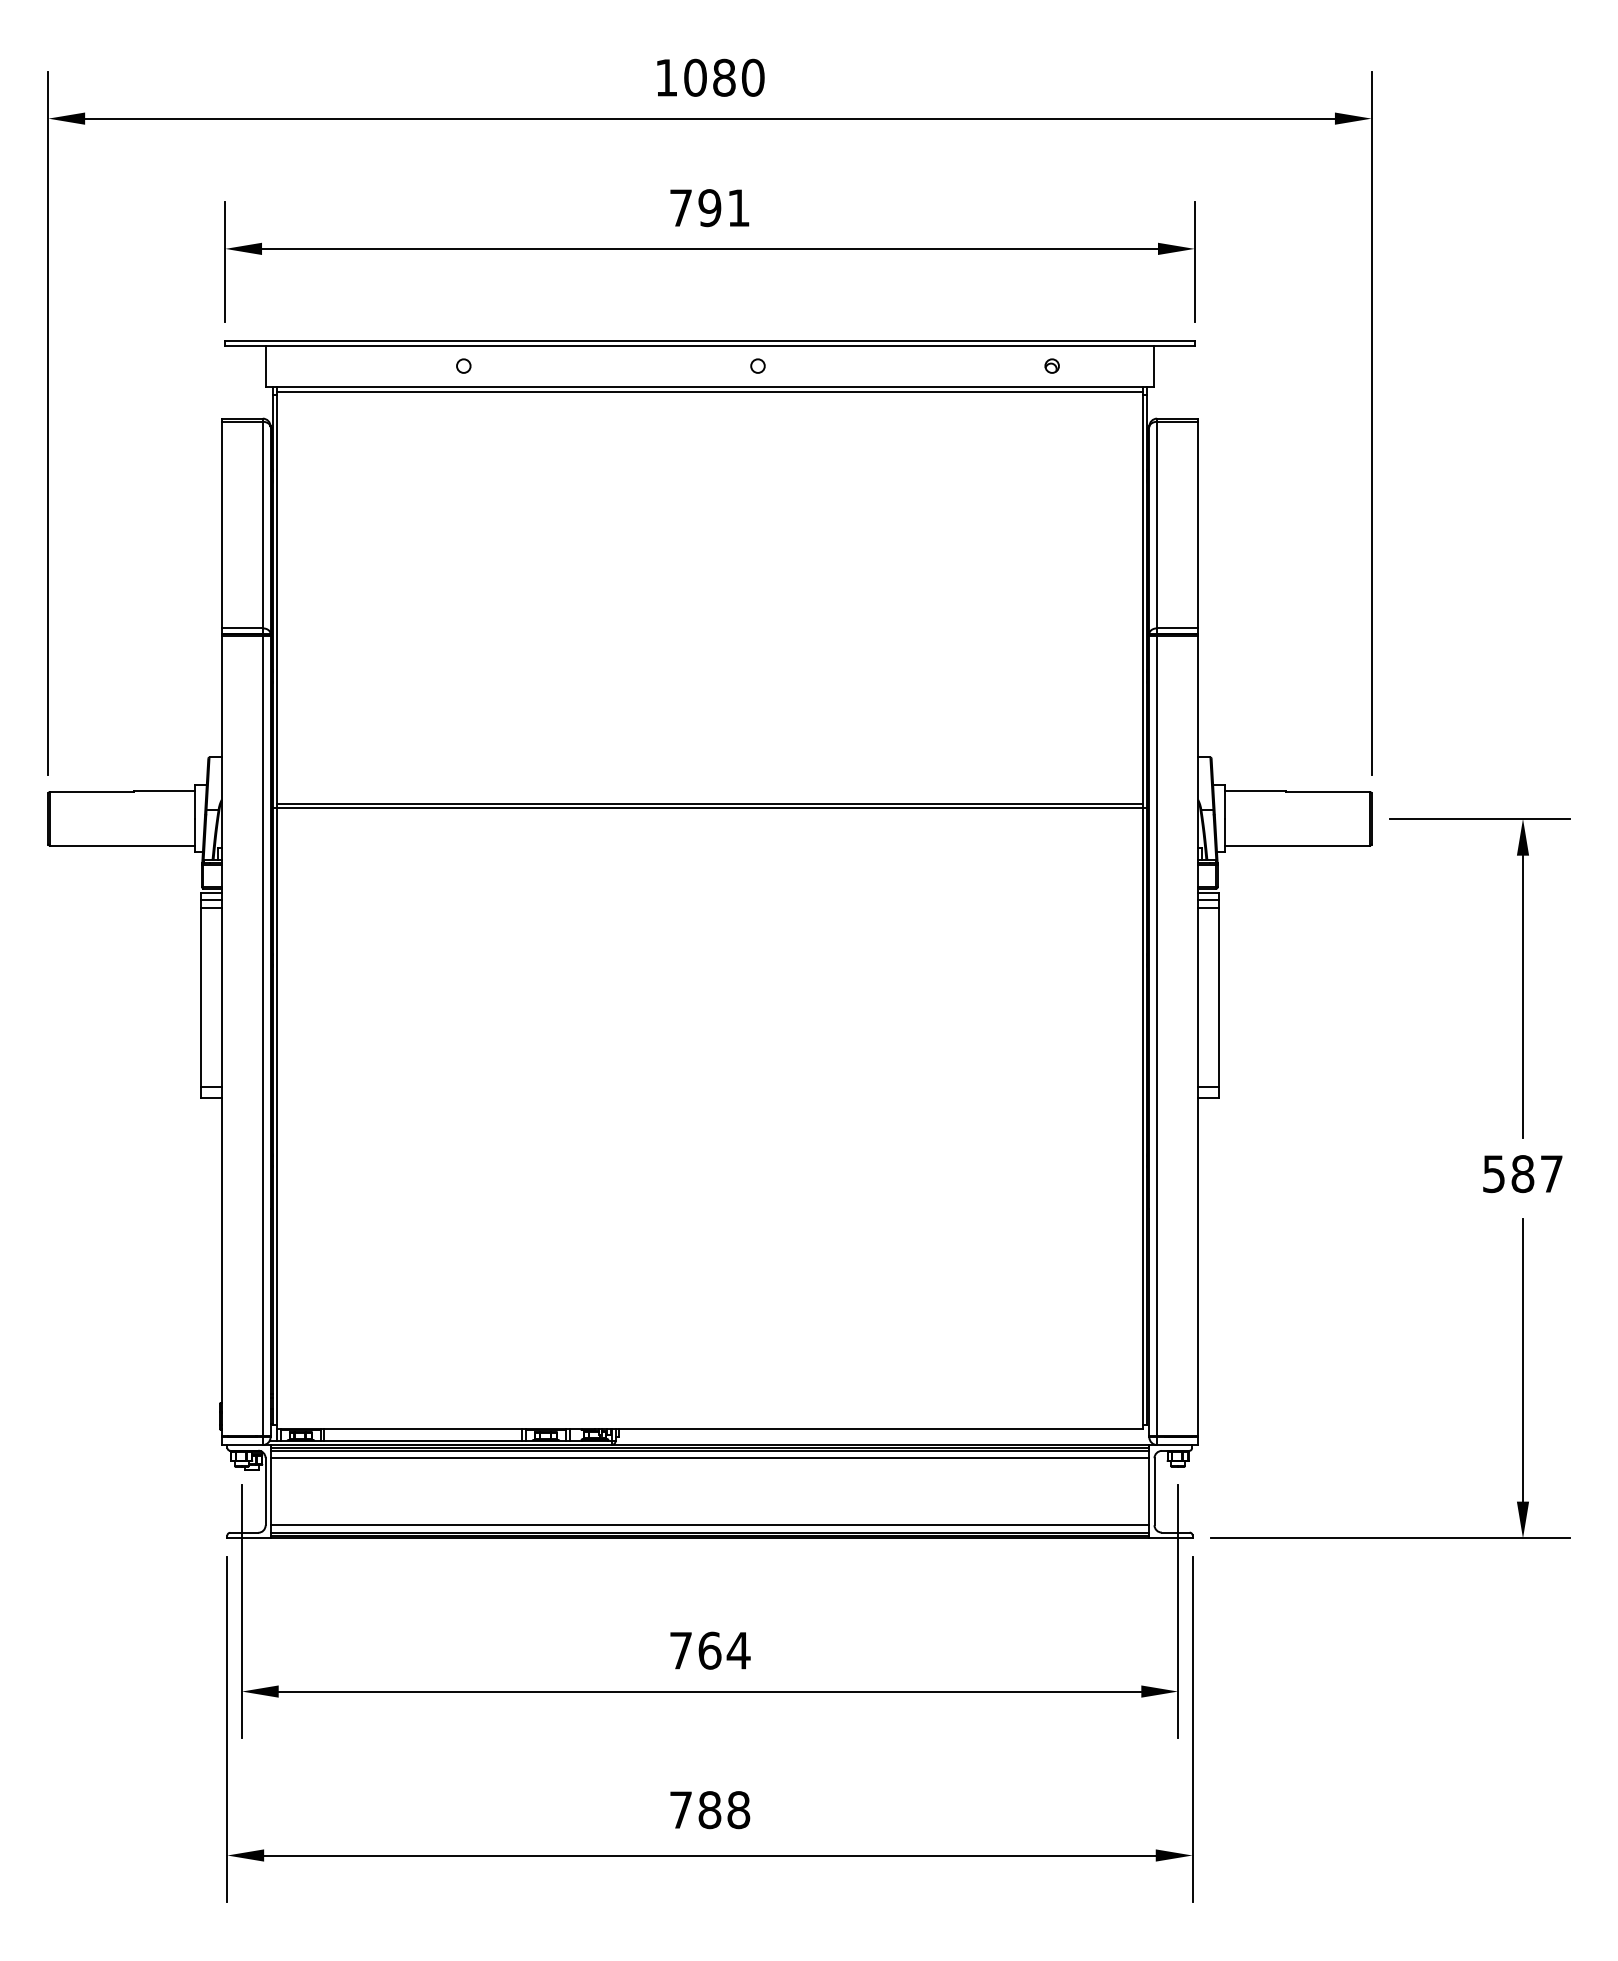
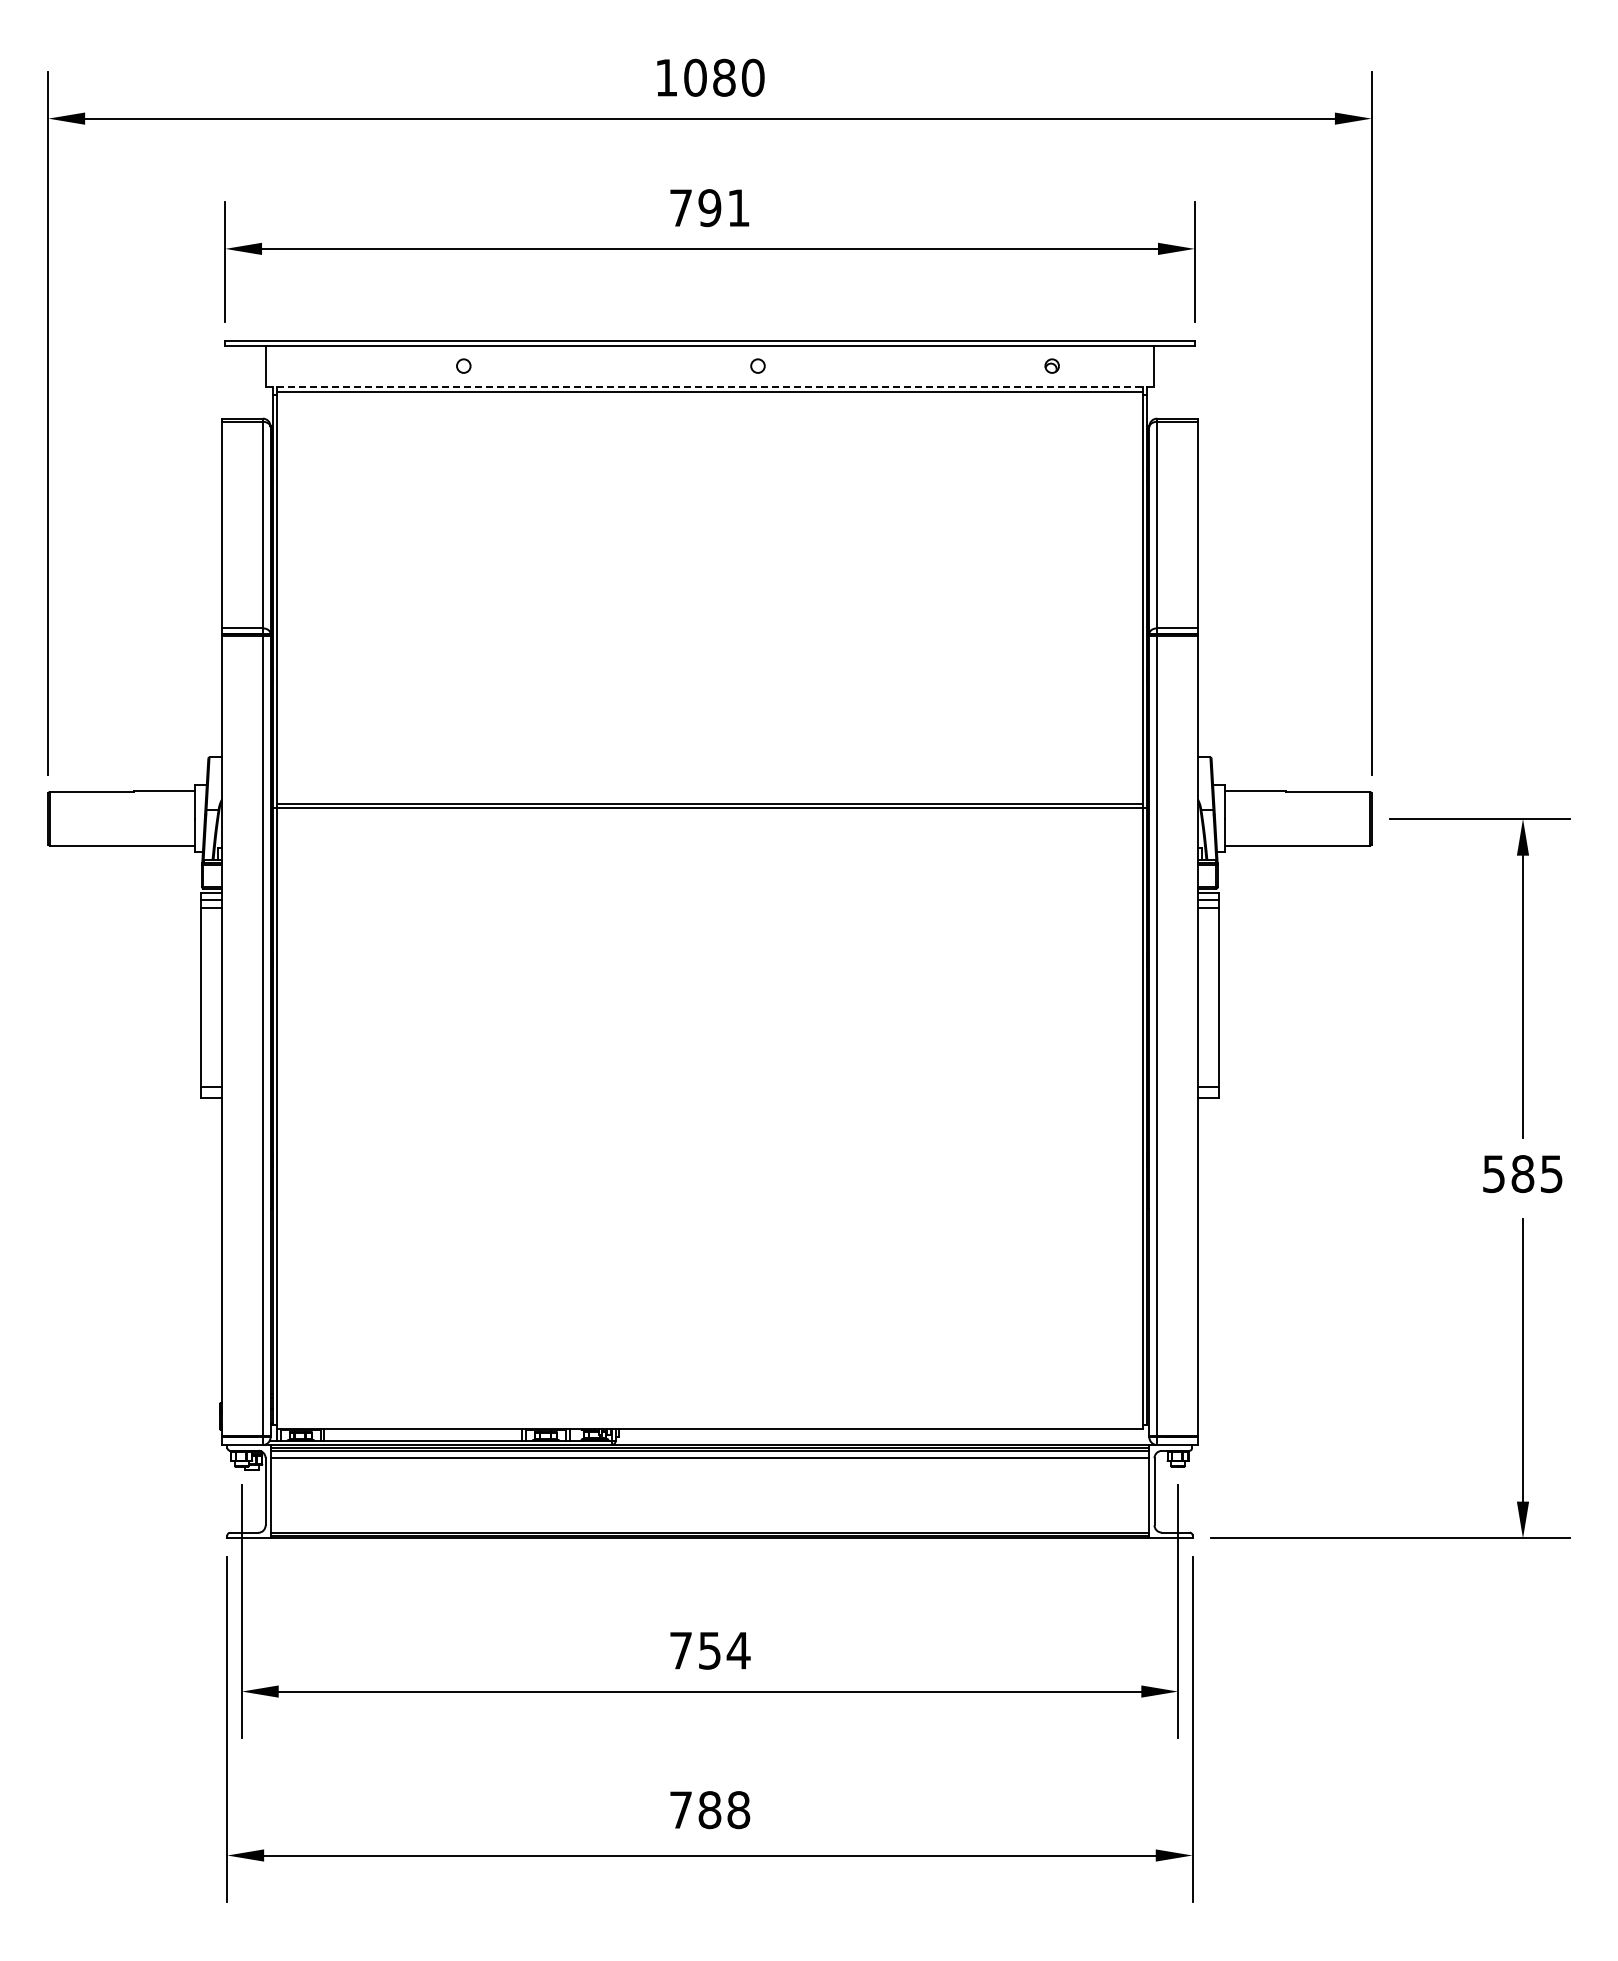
line at (709, 387): solid -> dashed
text at (1551, 1174): 587 -> 585
line at (709, 1525): present -> none
text at (709, 1650): 764 -> 754
